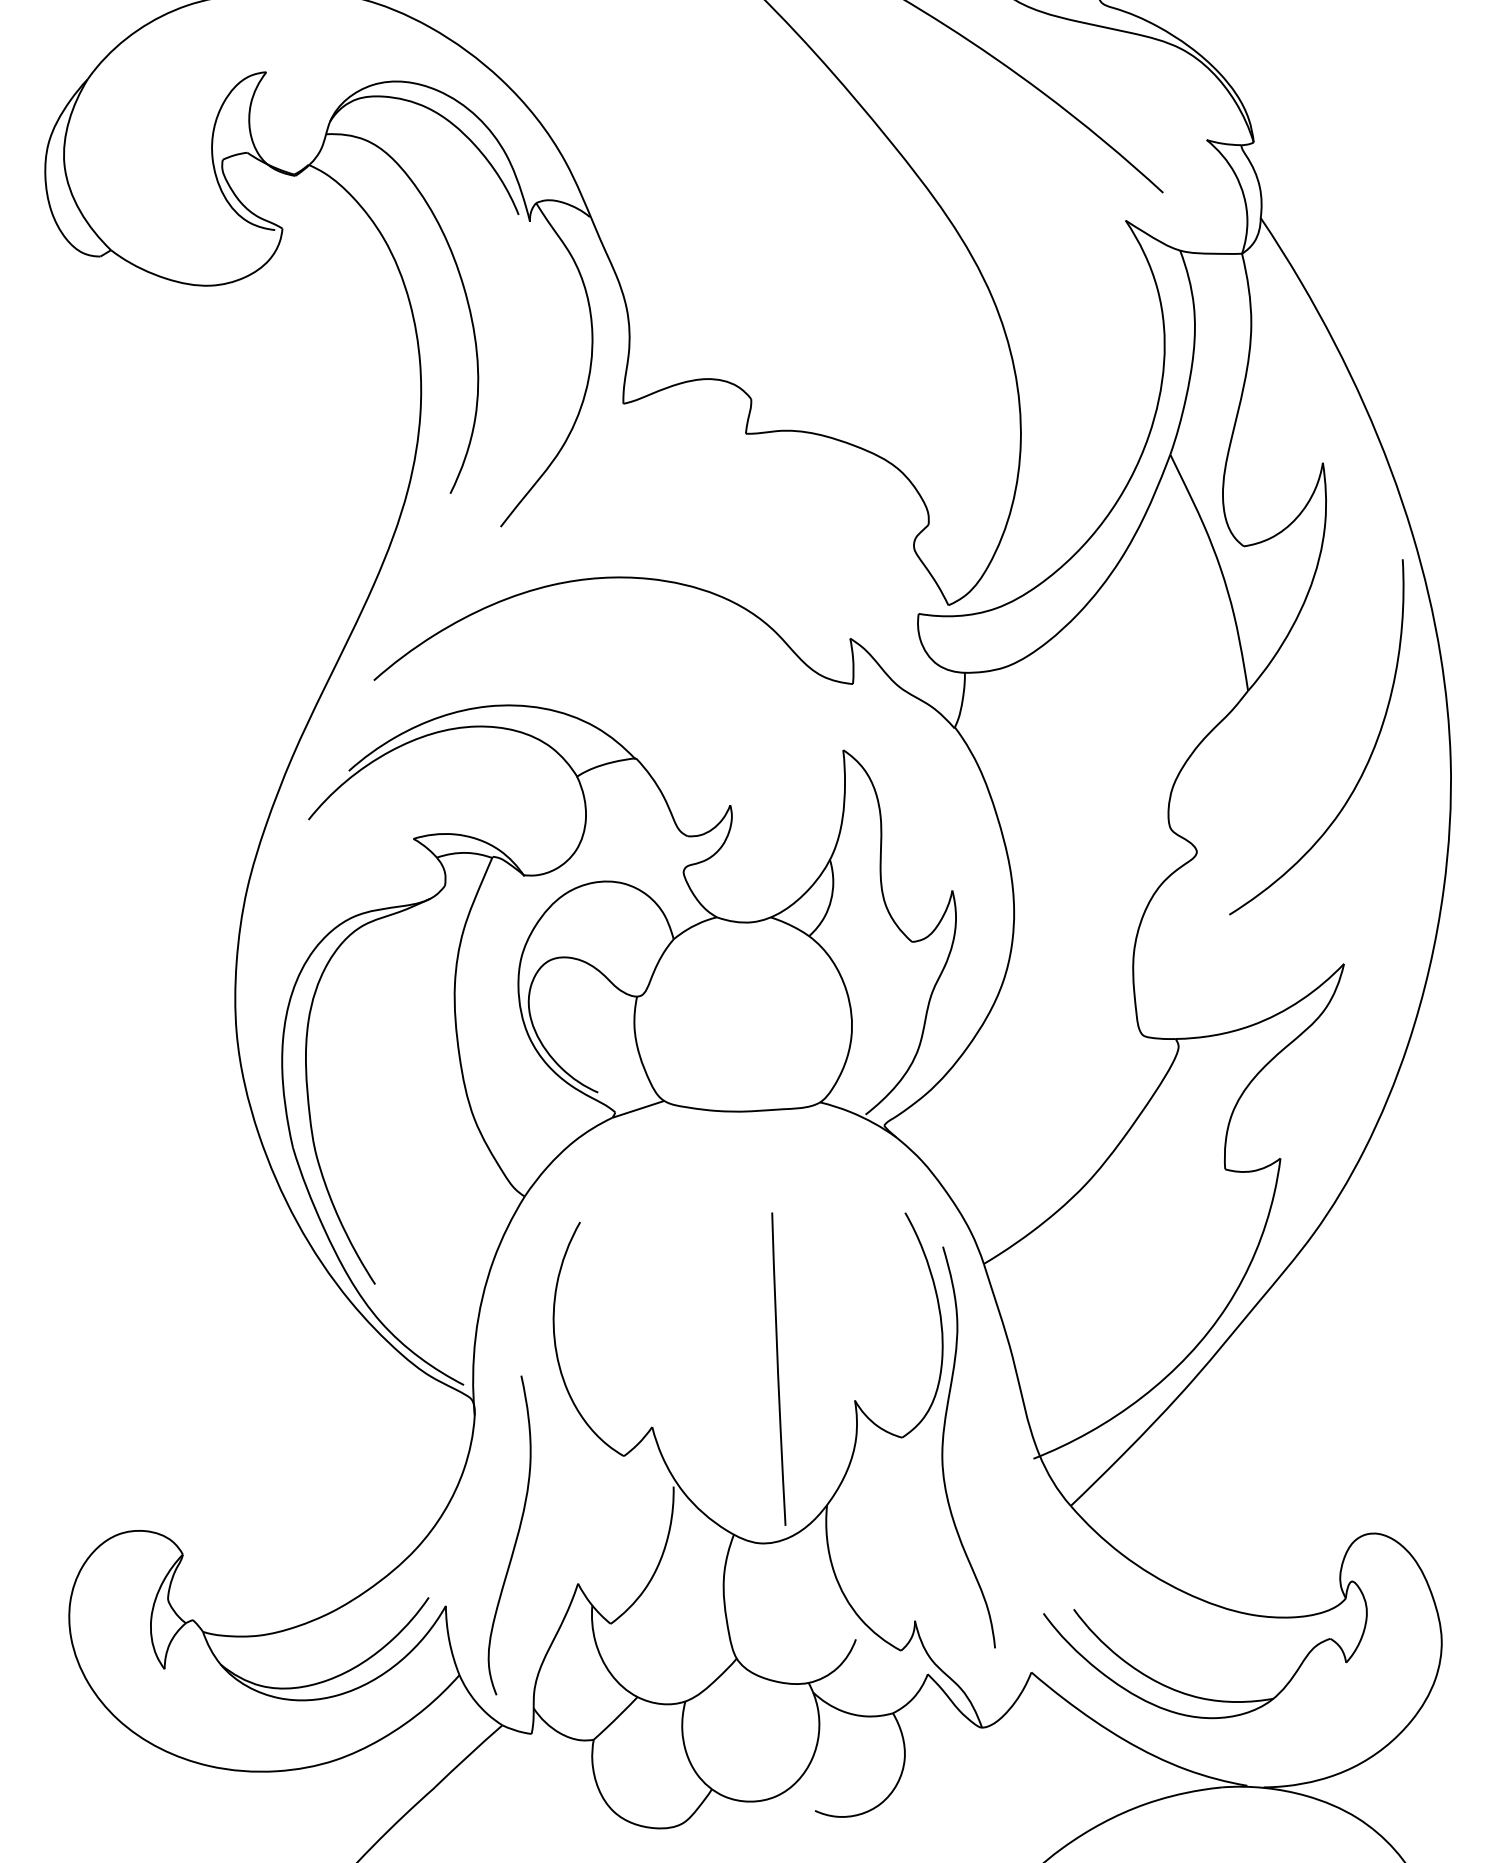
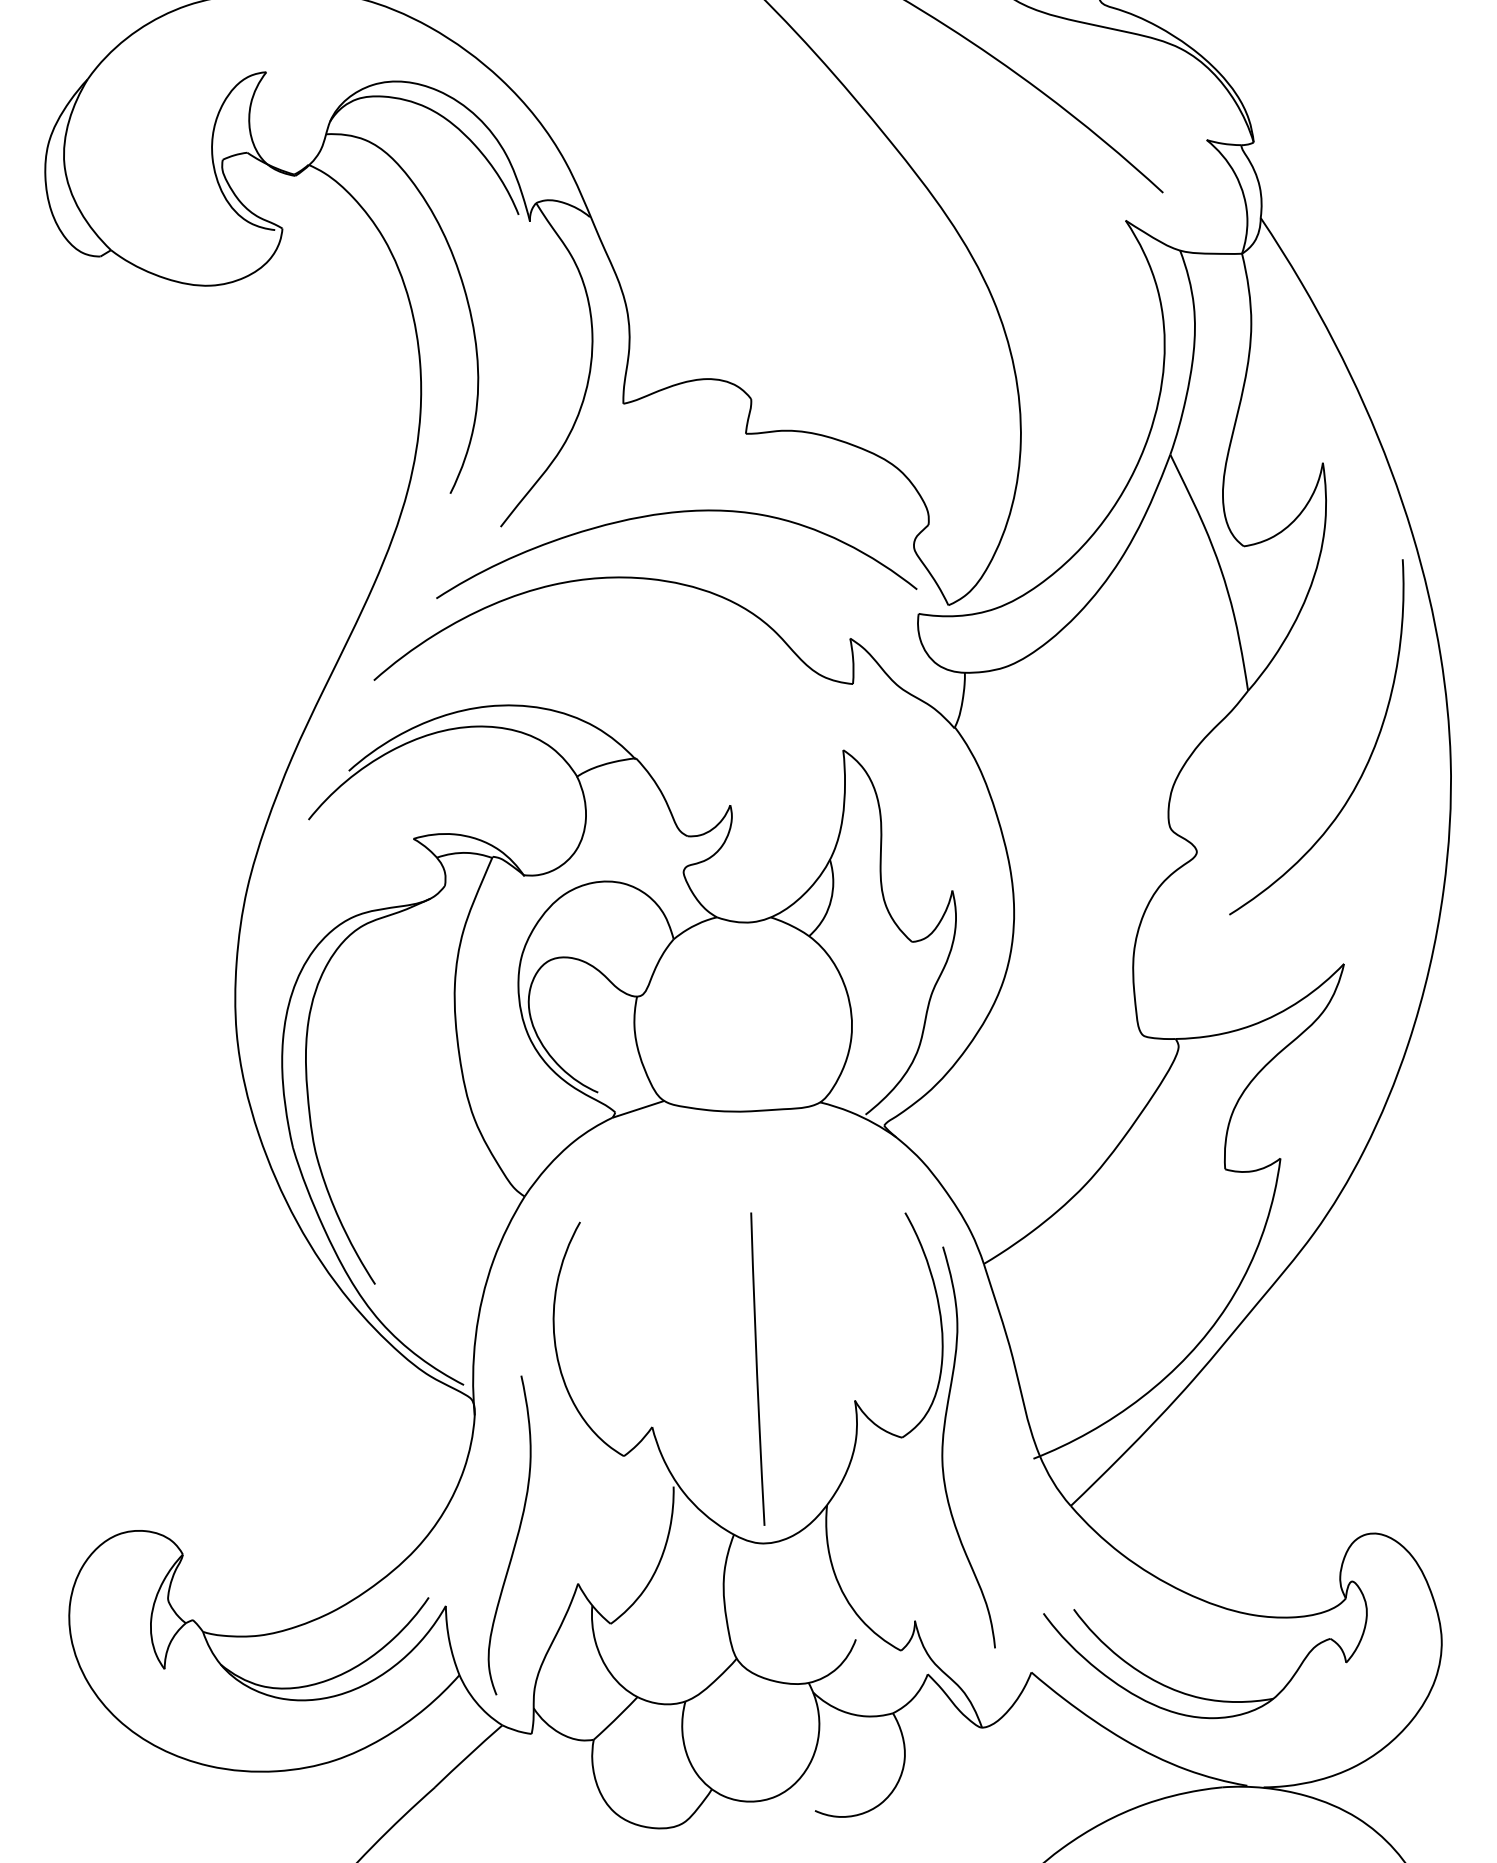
curve at (675, 513): none -> present
curve at (778, 1368) position: (778, 1368) -> (757, 1368)
